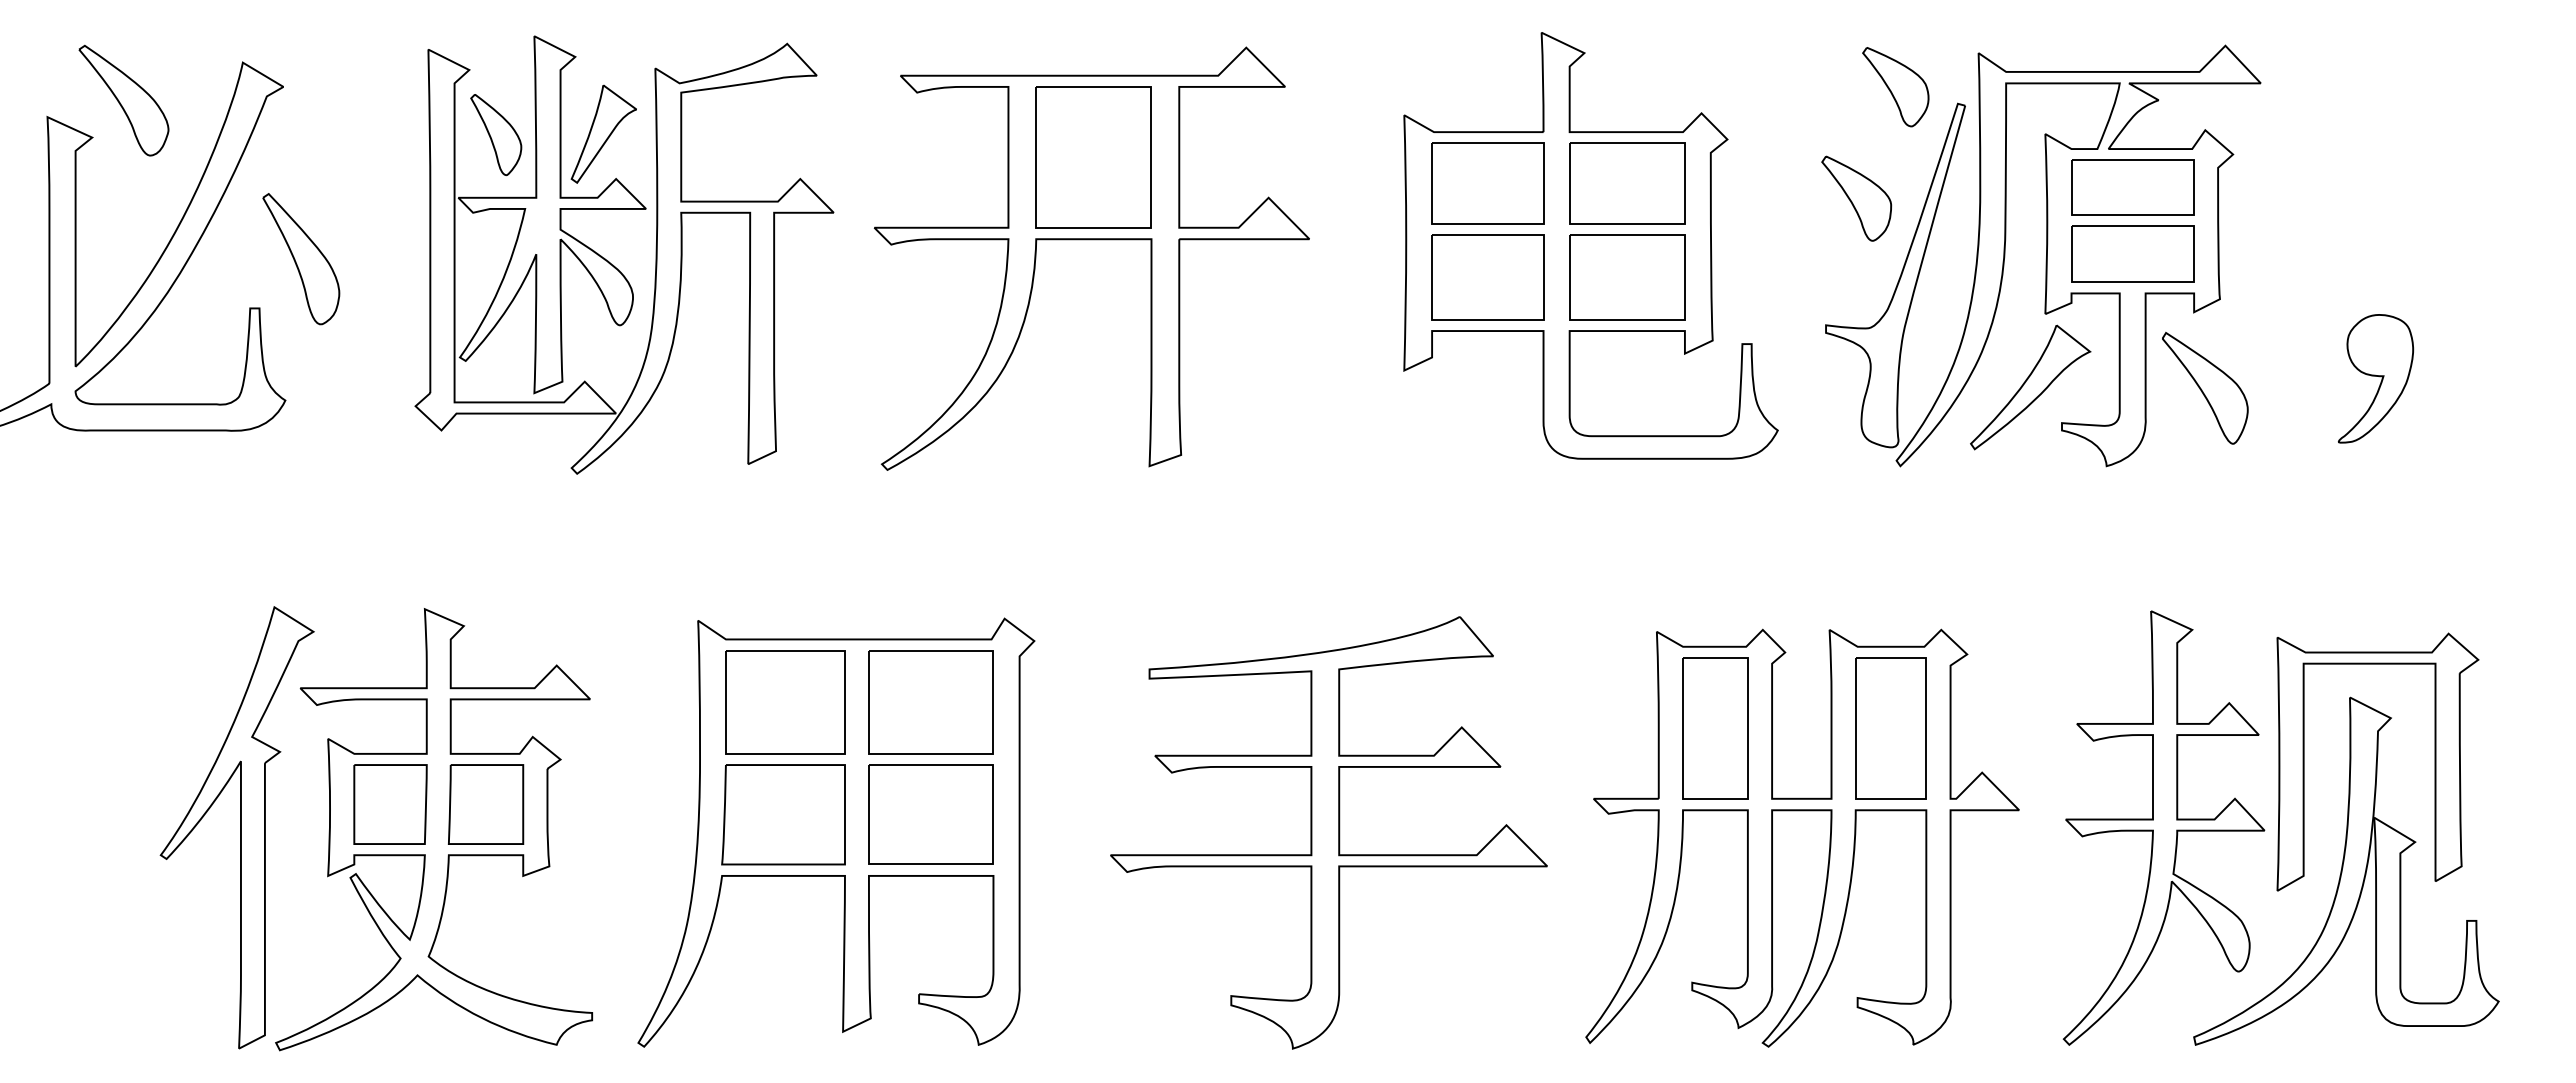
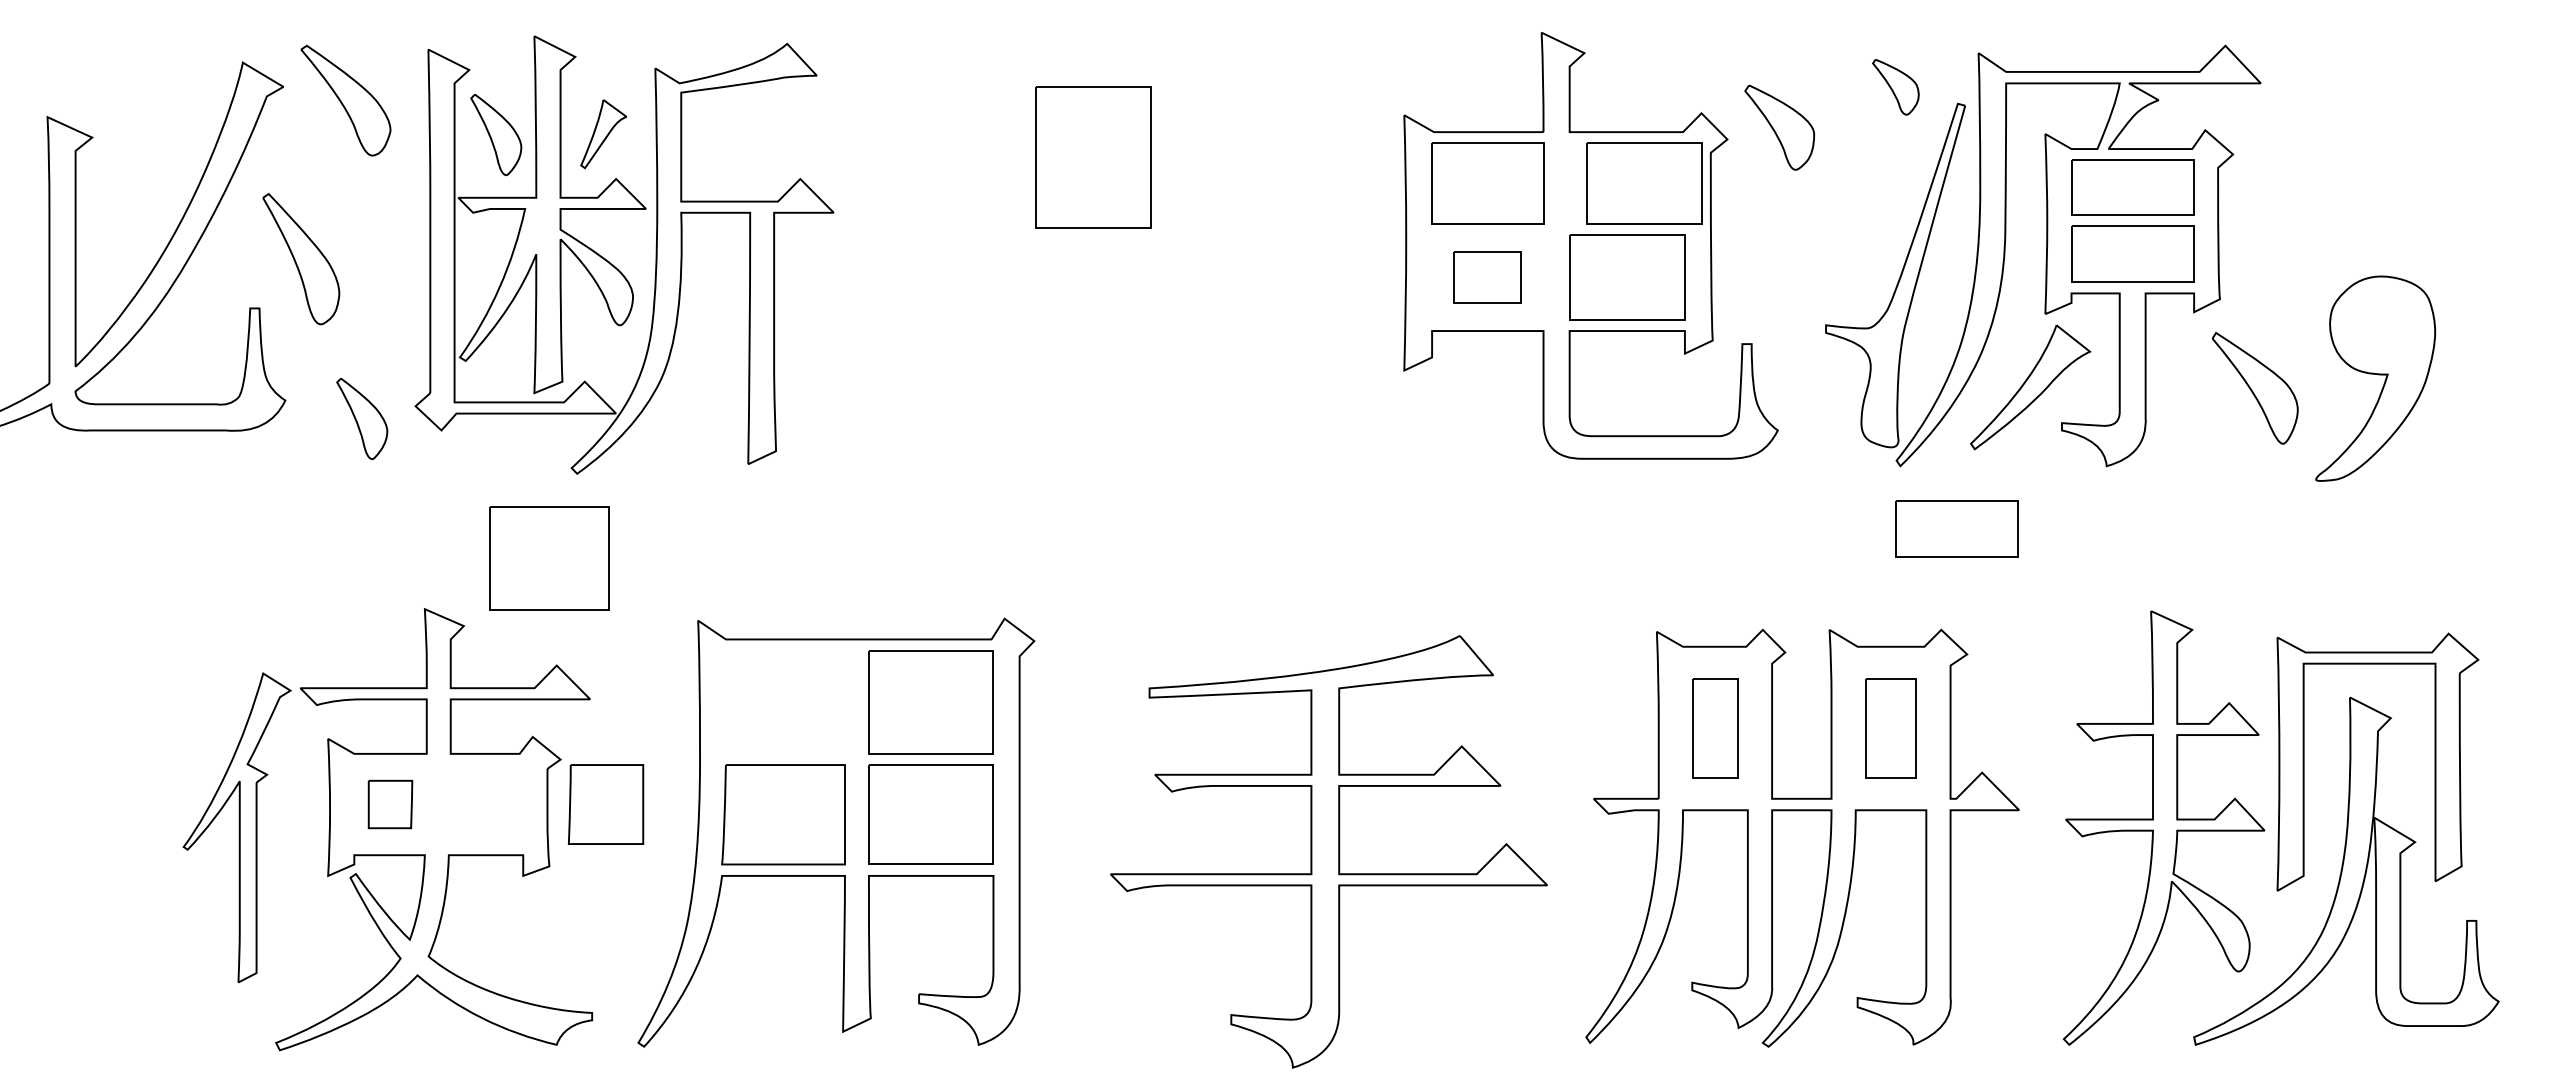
part at (1895, 87) size: 68x81 px -> 48x57 px
part at (123, 100) position: (123, 100) -> (345, 100)
part at (603, 133) size: 67x100 px -> 48x71 px
part at (1627, 183) position: (1627, 183) -> (1644, 183)
part at (1856, 198) position: (1856, 198) -> (1779, 127)
part at (1091, 240): present -> none
part at (1487, 277) size: 114x87 px -> 69x53 px
part at (2376, 378) size: 77x130 px -> 122x207 px
part at (2205, 387) position: (2205, 387) -> (2255, 387)
part at (362, 419): none -> present
part at (1956, 528): none -> present
part at (785, 702) position: (785, 702) -> (549, 558)
part at (1715, 728) size: 67x143 px -> 47x101 px
part at (1890, 728) size: 72x143 px -> 52x101 px
part at (390, 804) size: 75x81 px -> 47x51 px
part at (485, 804) position: (485, 804) -> (605, 804)
part at (236, 827) size: 156x444 px -> 110x311 px
part at (1328, 832) position: (1328, 832) -> (1328, 851)
